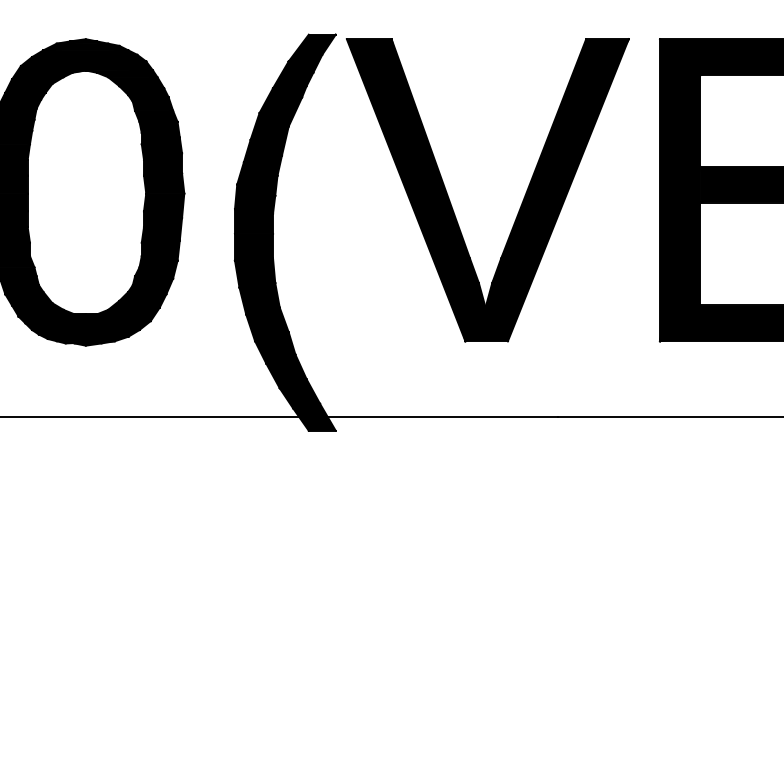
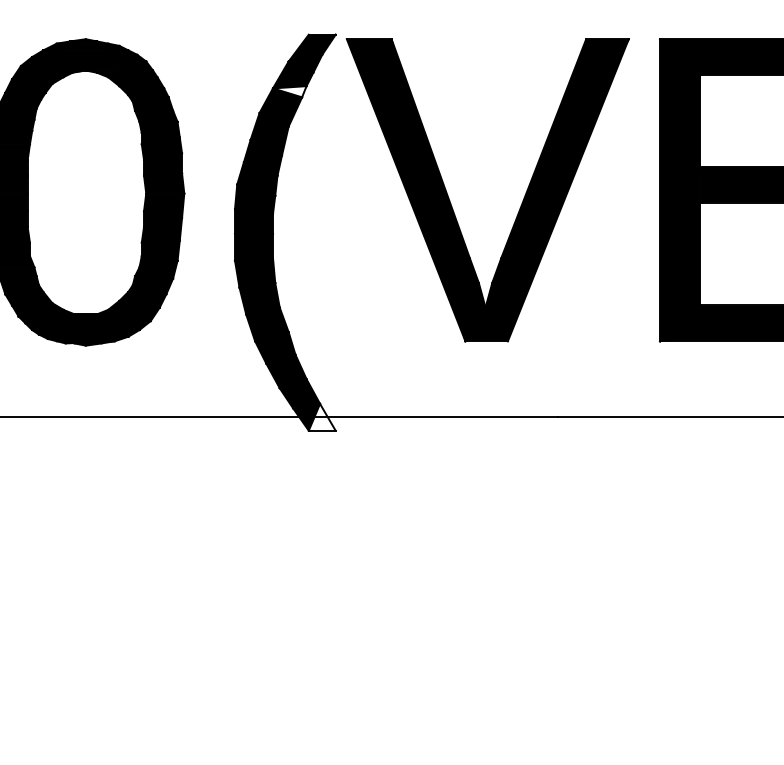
fill at (289, 91): present -> none
fill at (321, 416): present -> none
